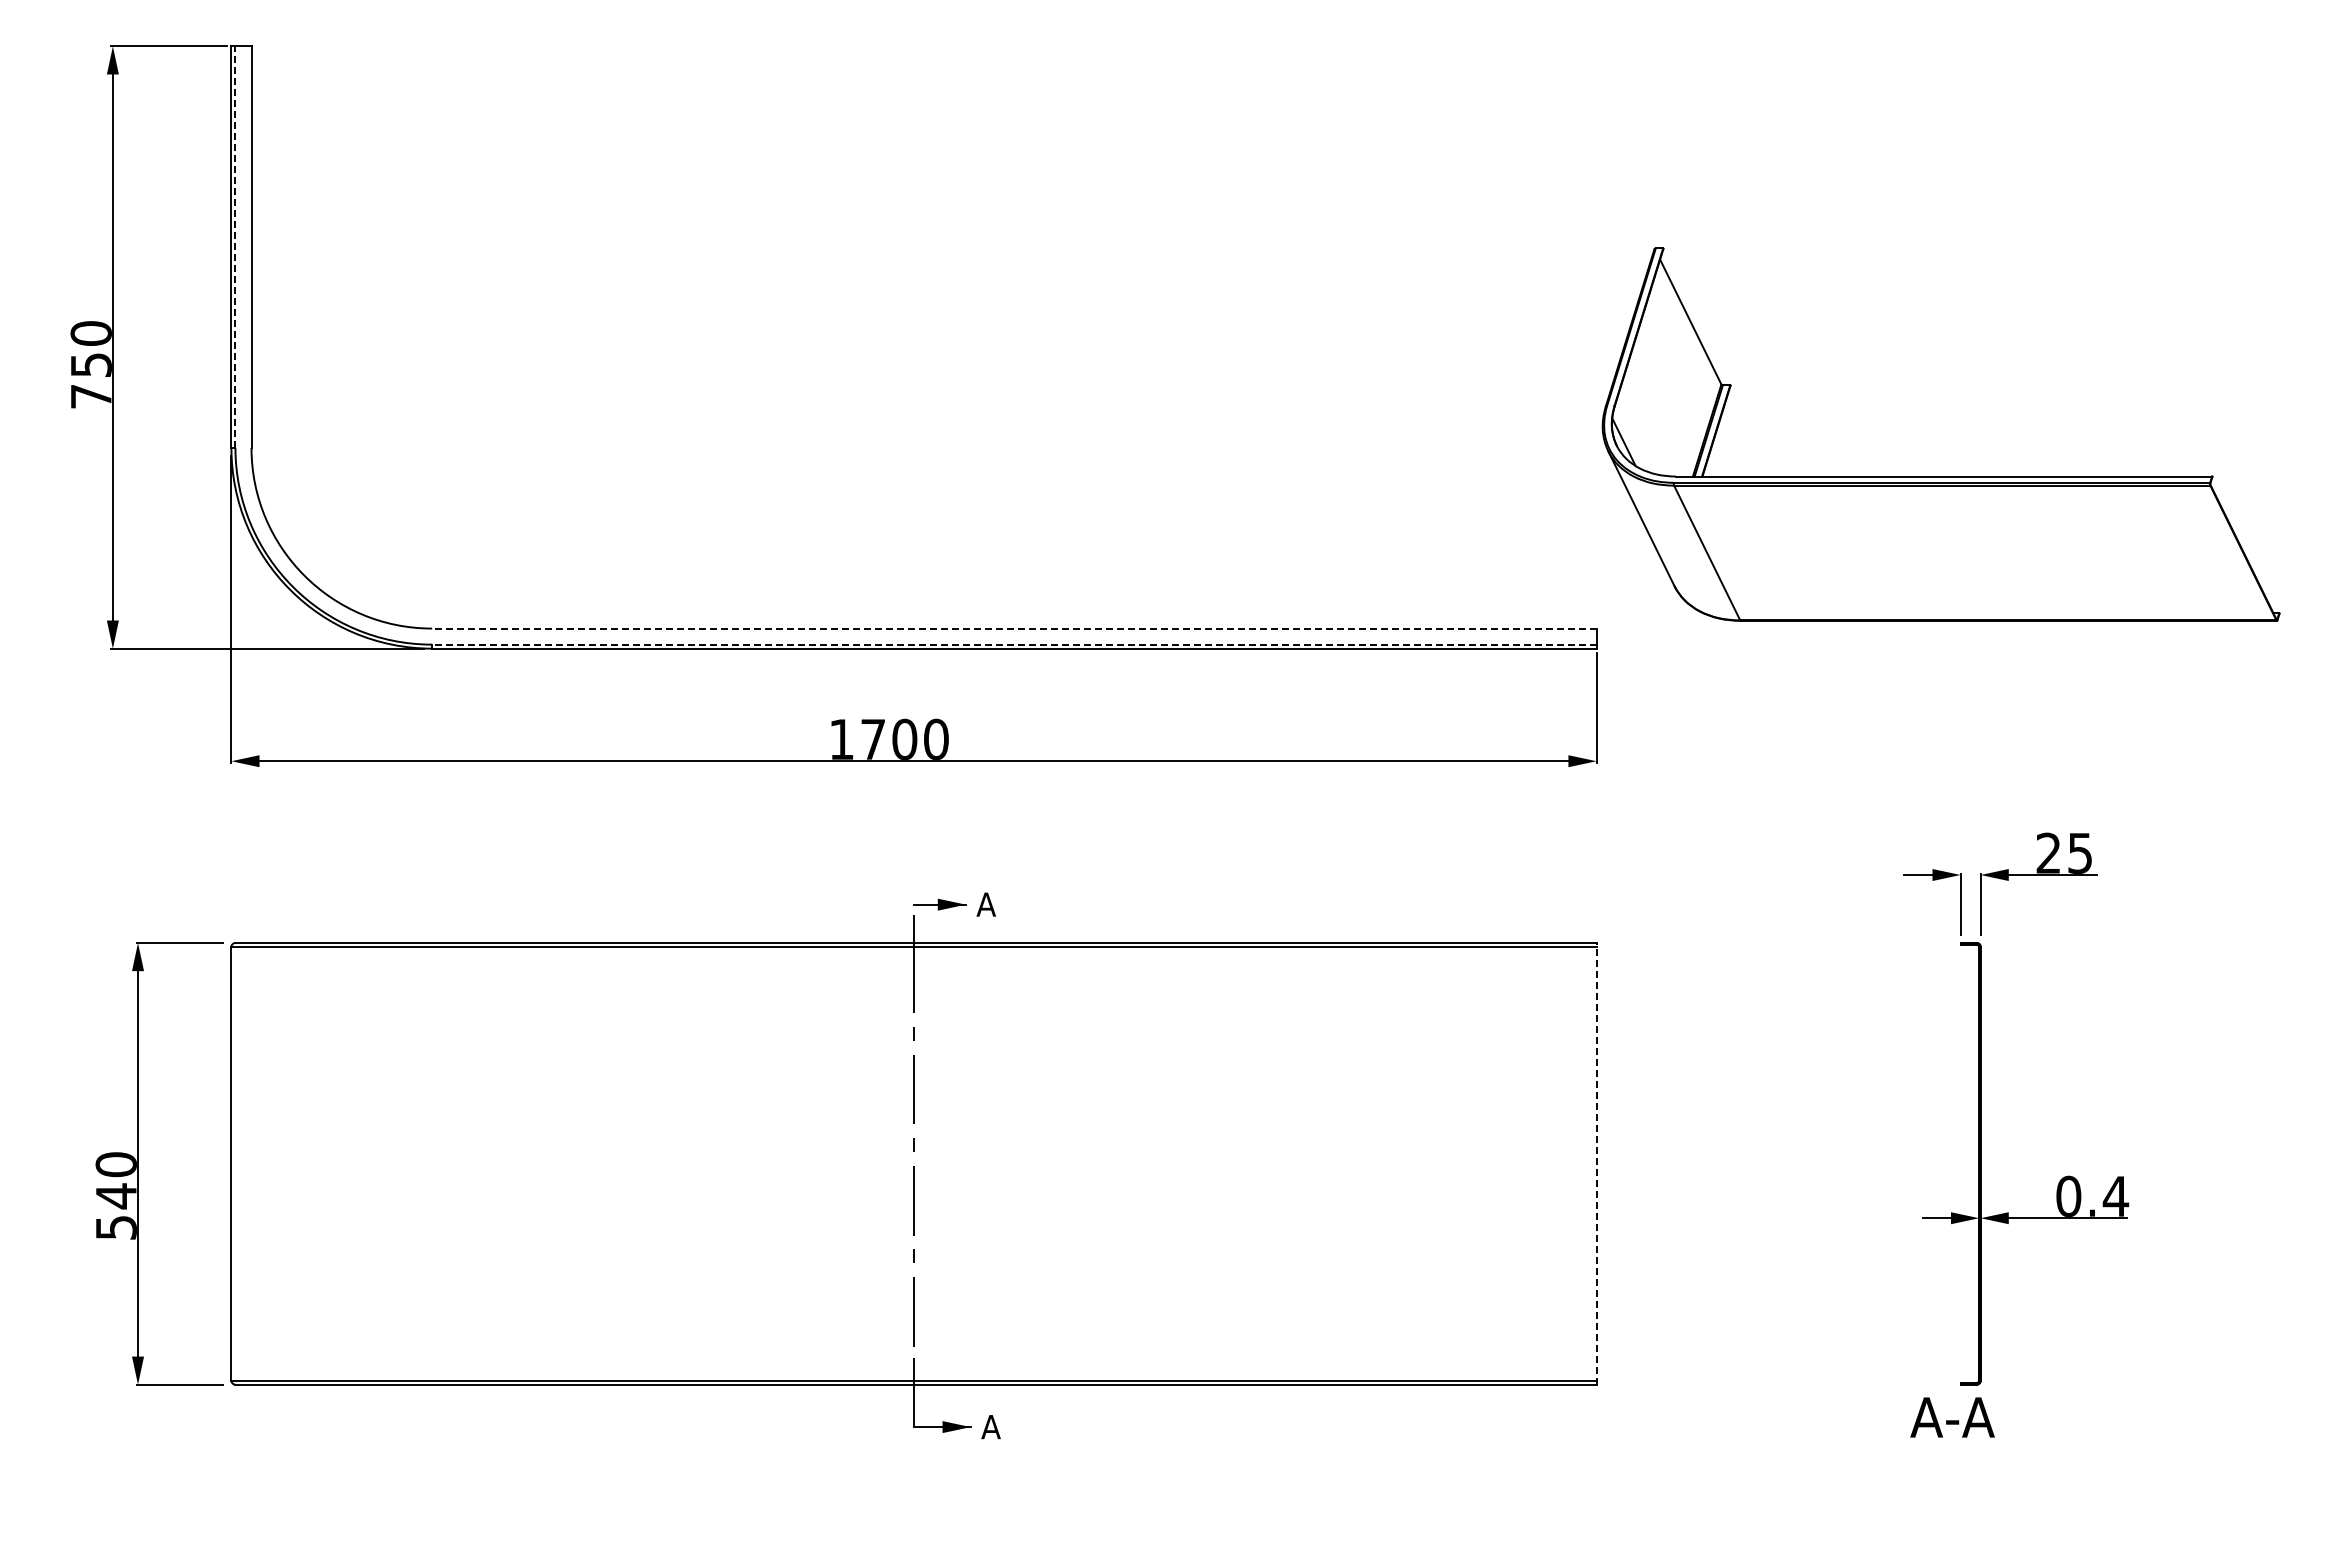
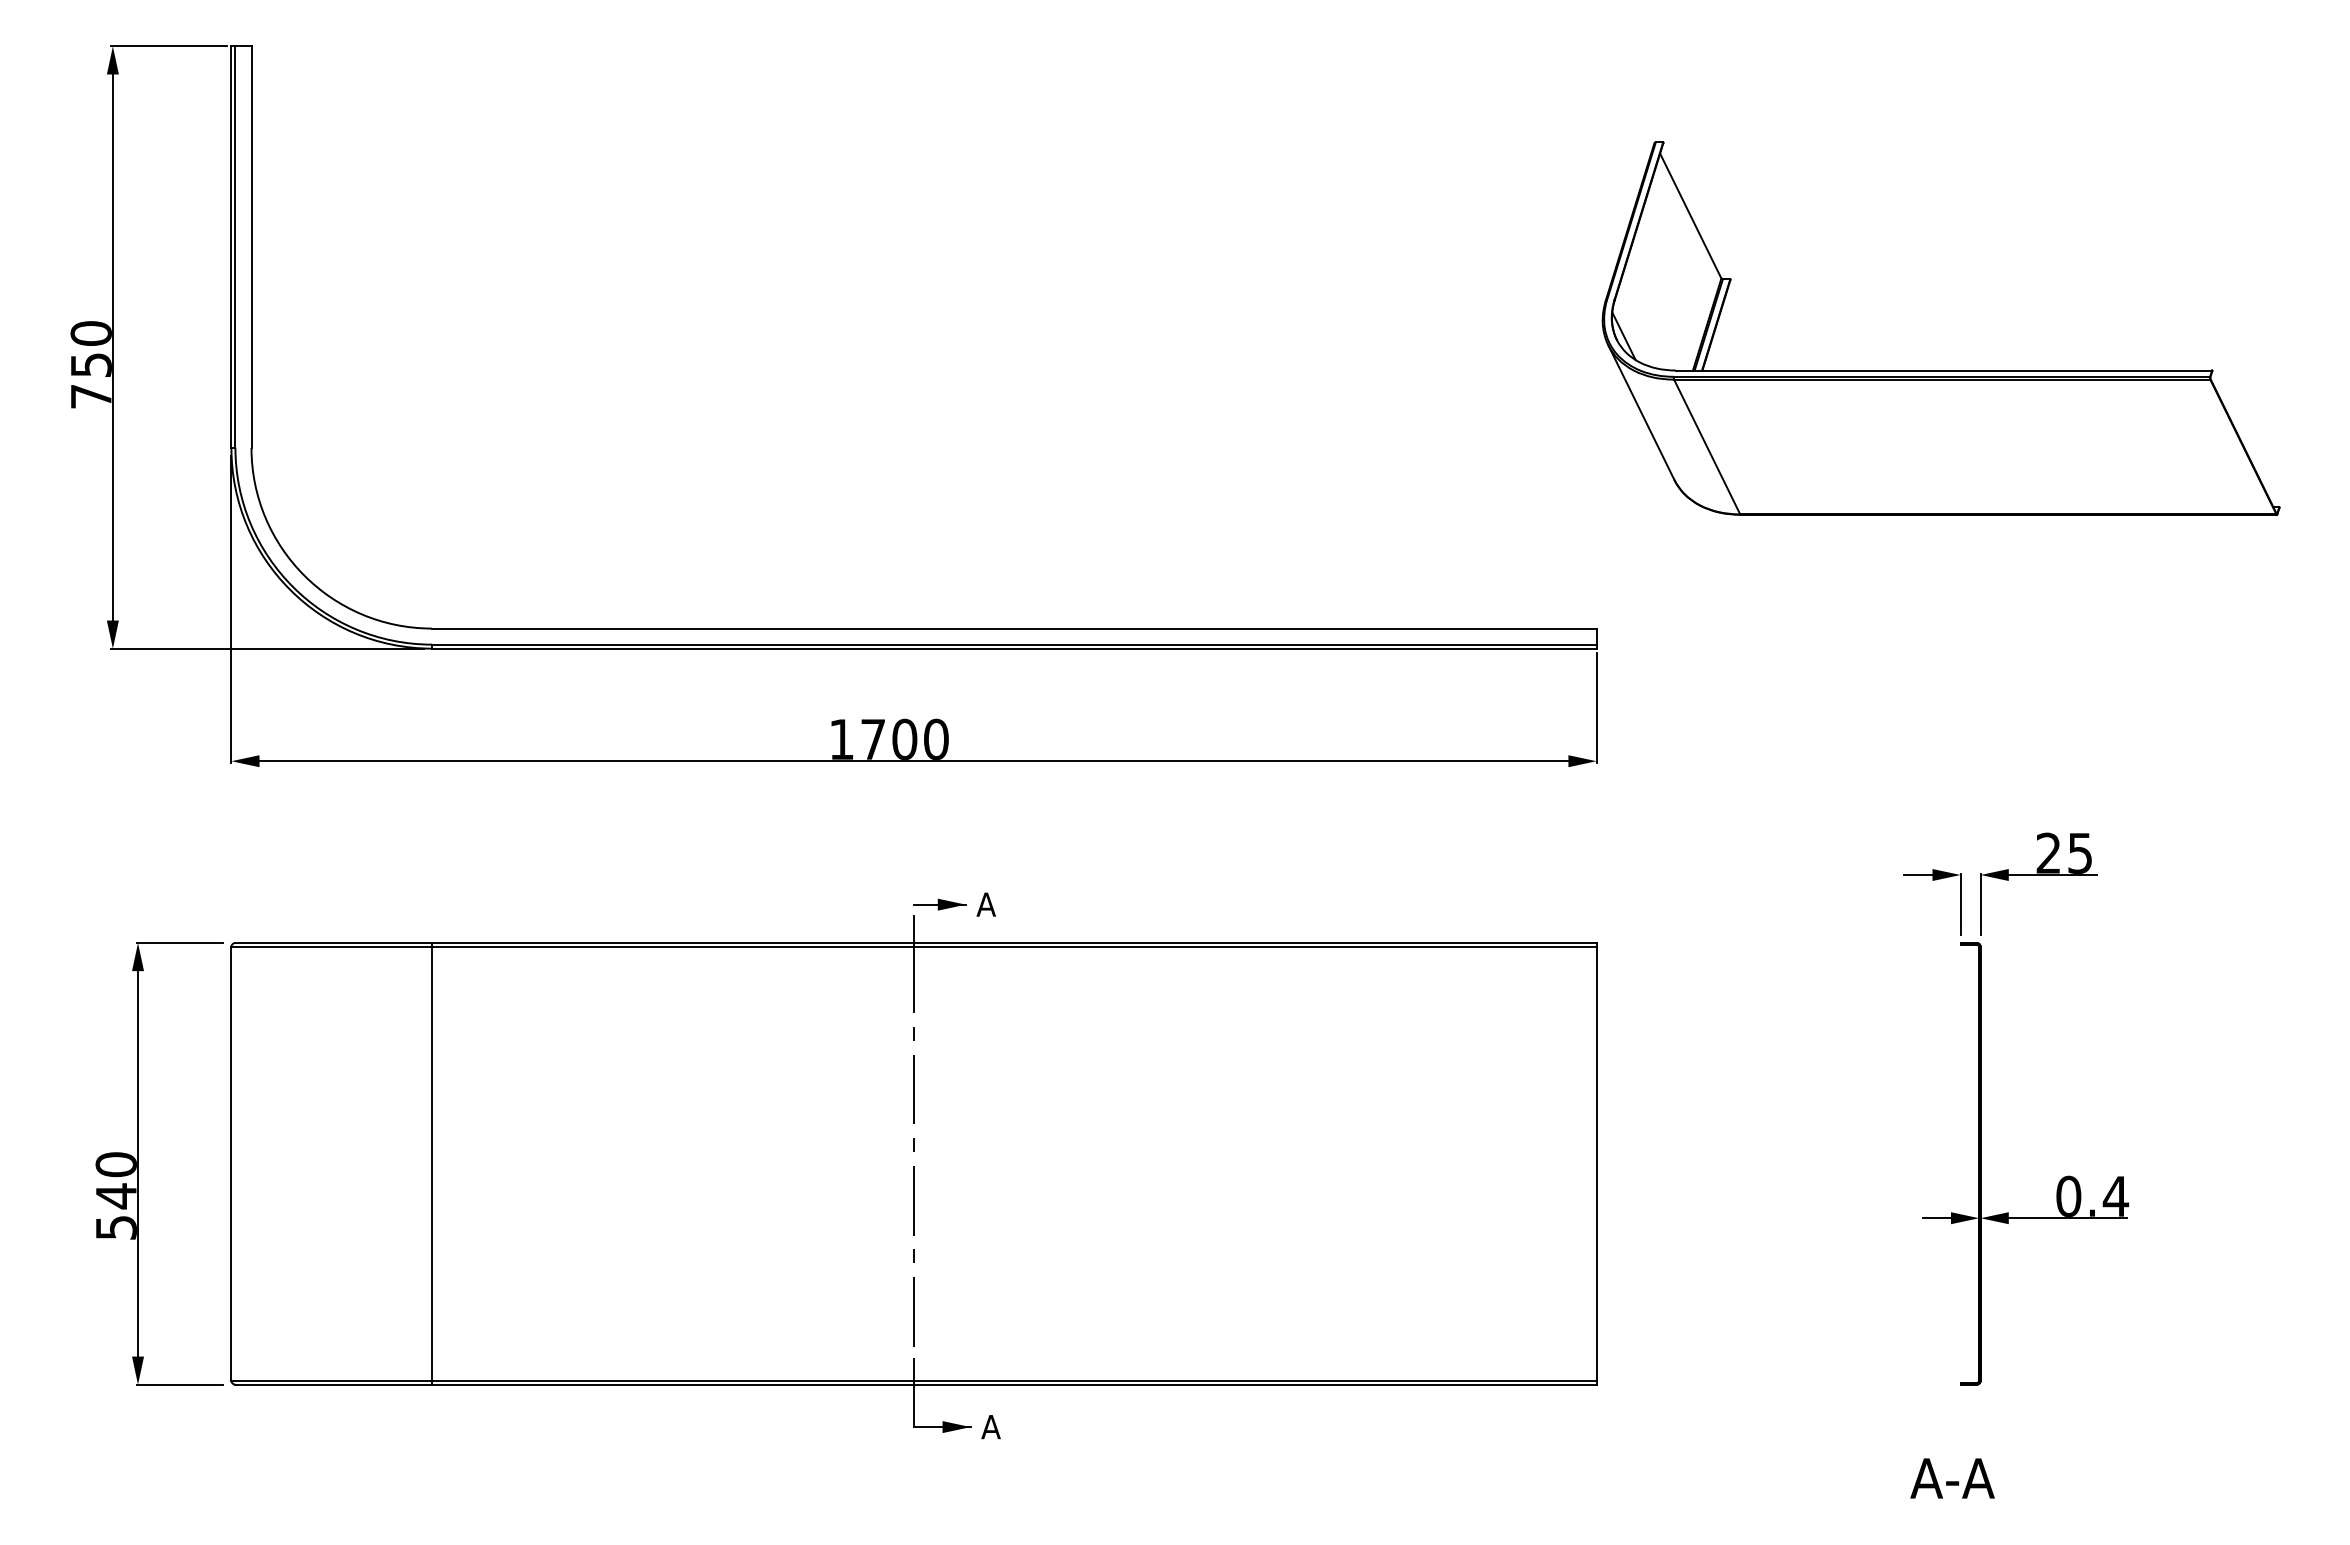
line at (235, 247): dashed -> solid
part at (1940, 476) position: (1940, 476) -> (1940, 370)
line at (1013, 628): dashed -> solid
line at (1013, 644): dashed -> solid
line at (432, 1163): none -> present
line at (1596, 1163): dashed -> solid
text at (1952, 1417) position: (1952, 1417) -> (1952, 1478)
